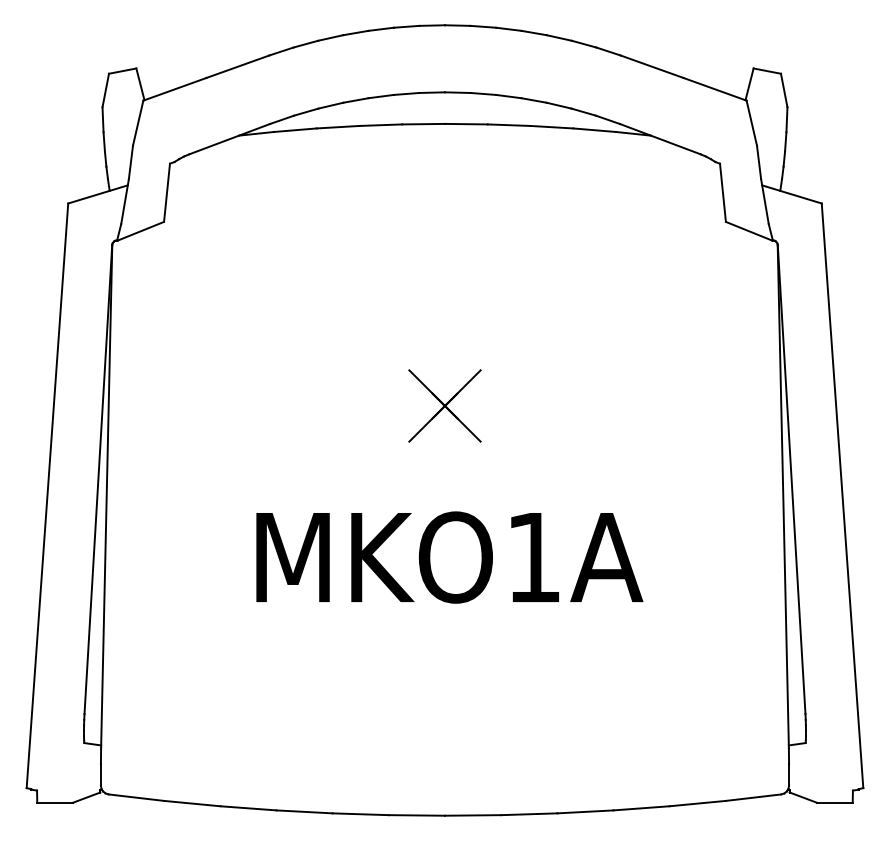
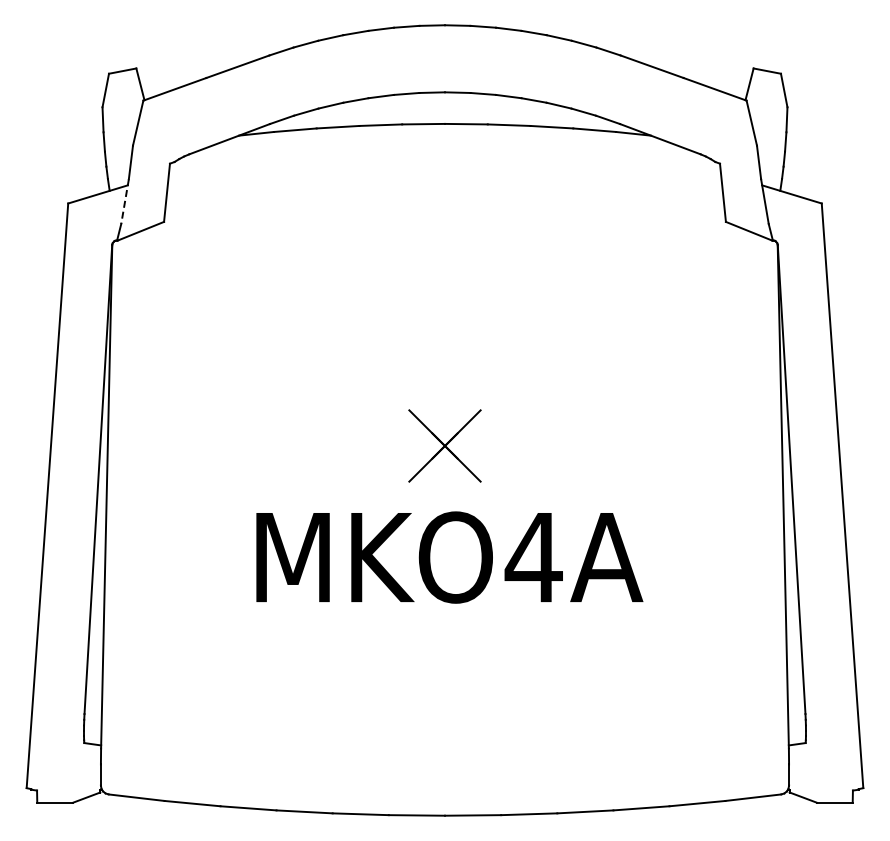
line at (125, 201): solid -> dashed
part at (444, 405) position: (444, 405) -> (444, 445)
text at (533, 557): MKO1A -> MKO4A
